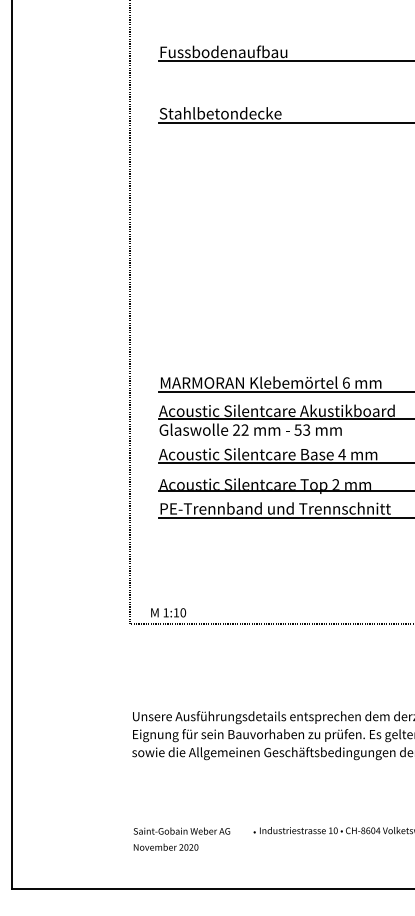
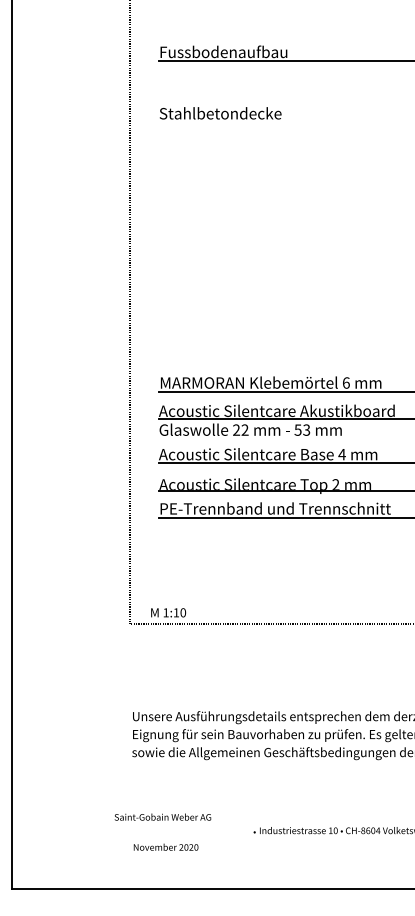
line at (284, 122): present -> none
text at (181, 830) position: (181, 830) -> (162, 816)
